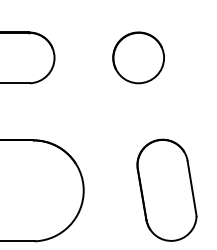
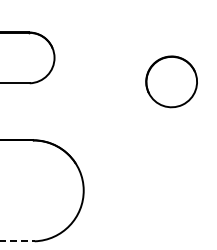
part at (138, 57) position: (138, 57) -> (171, 81)
part at (166, 189): present -> none
line at (17, 241): solid -> dashed
